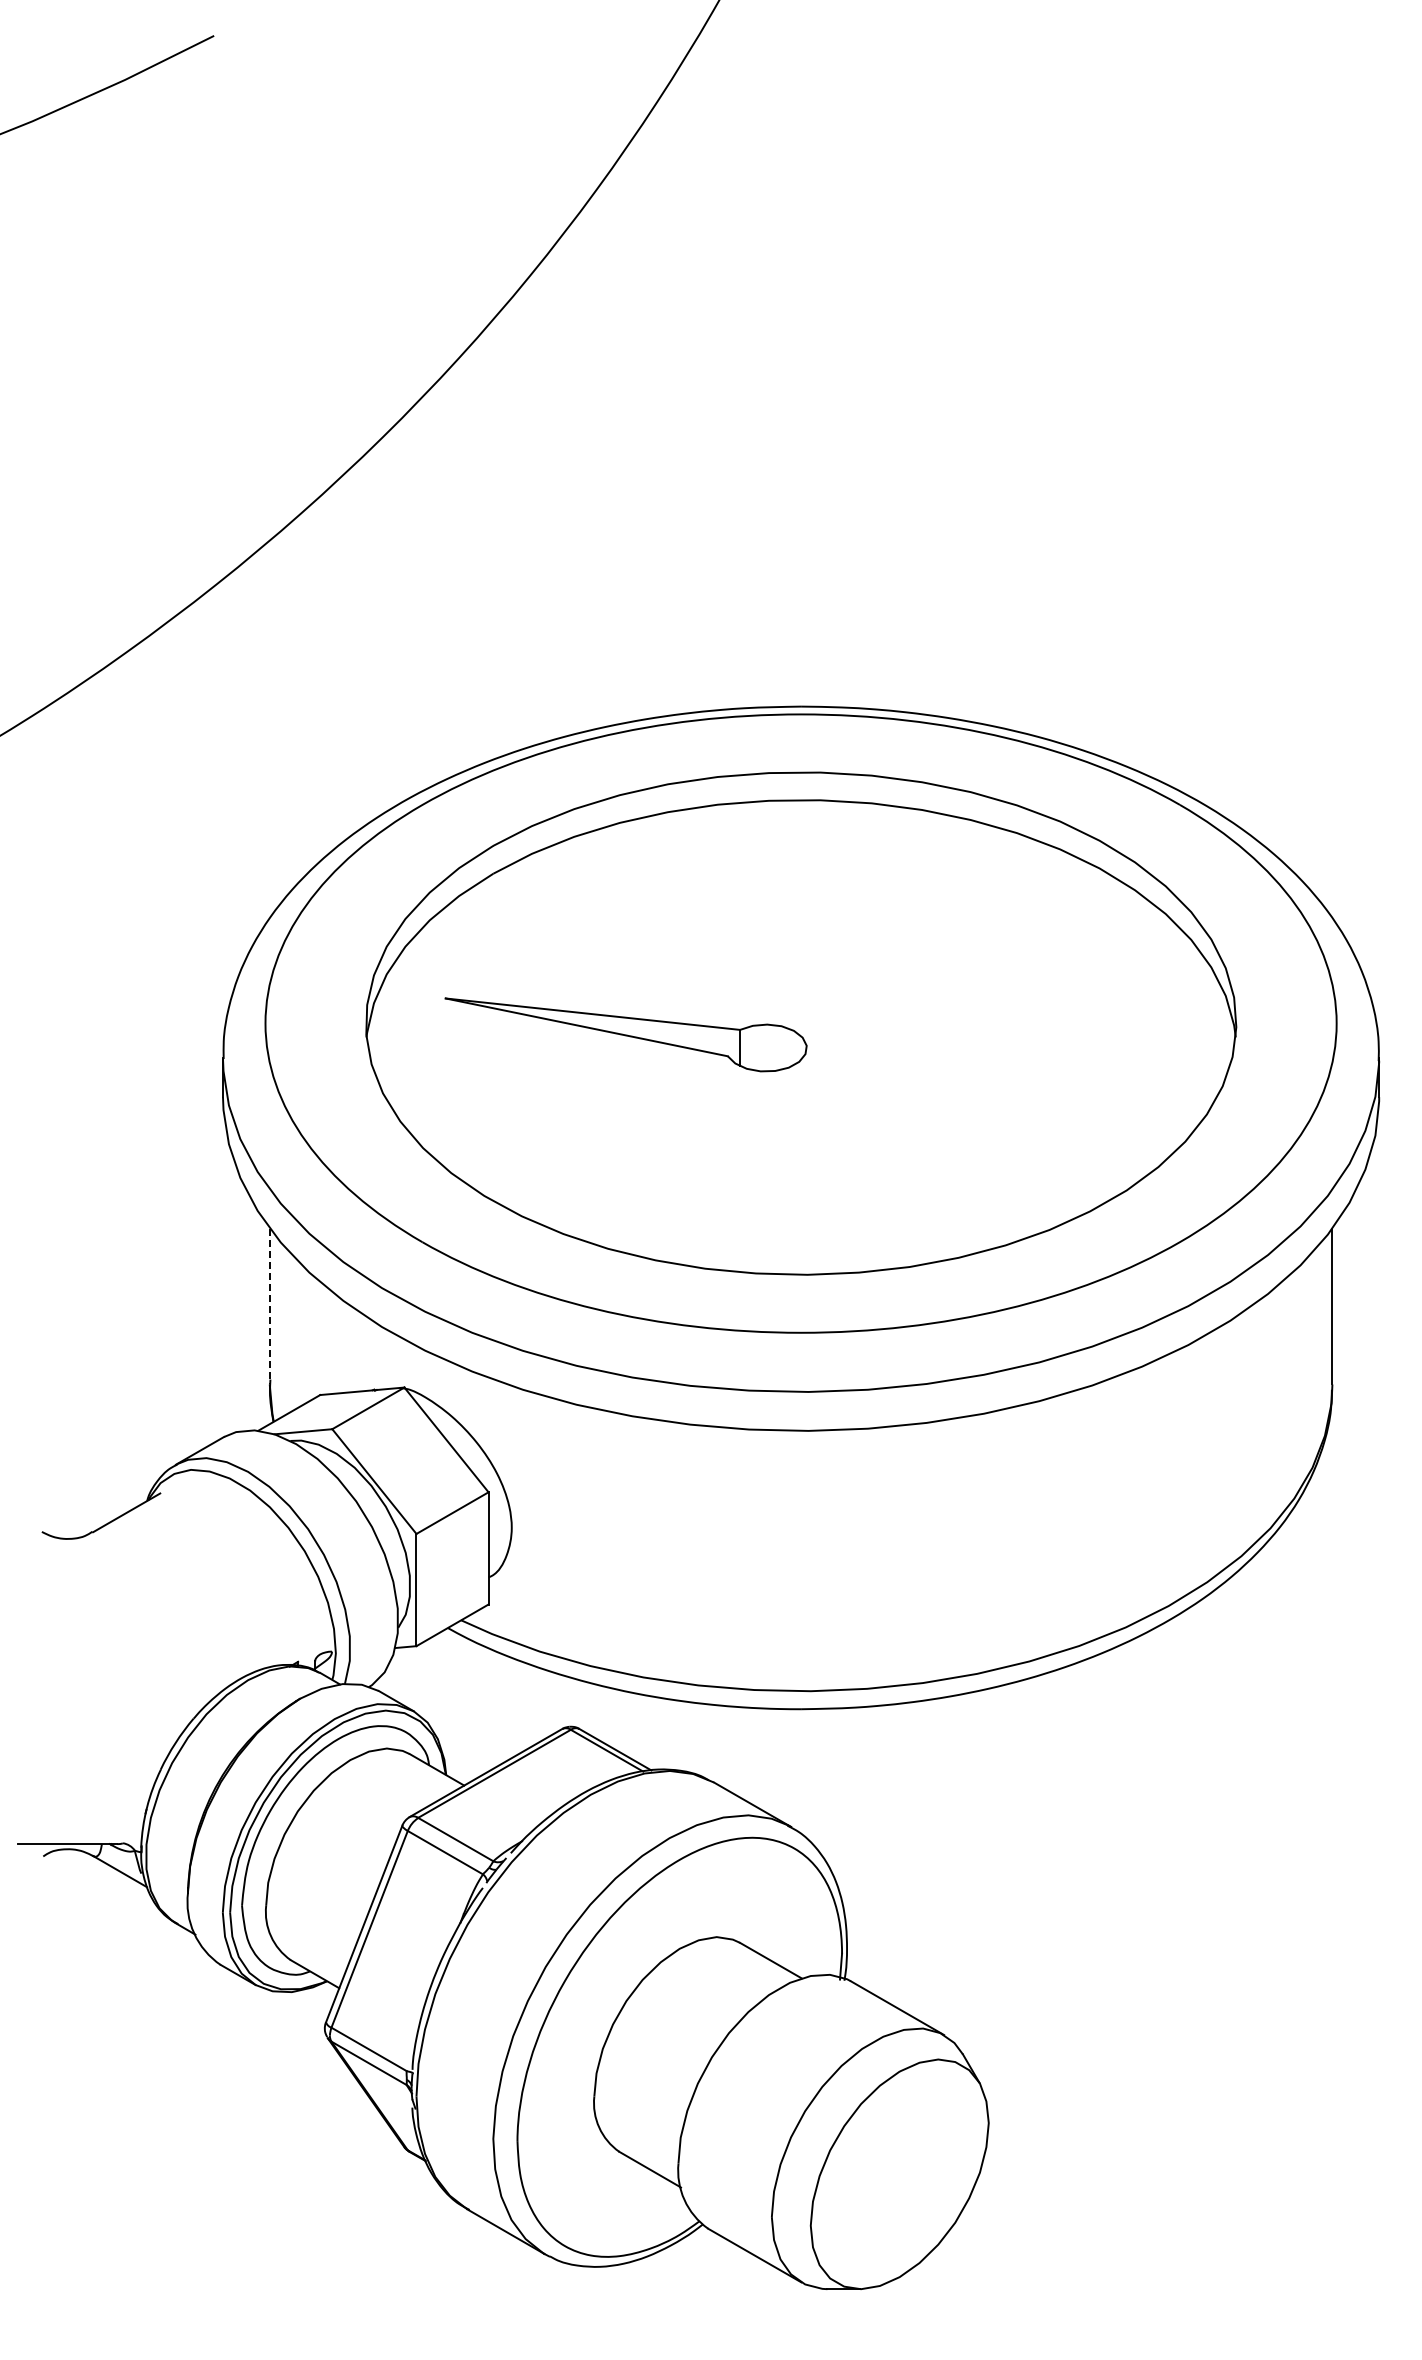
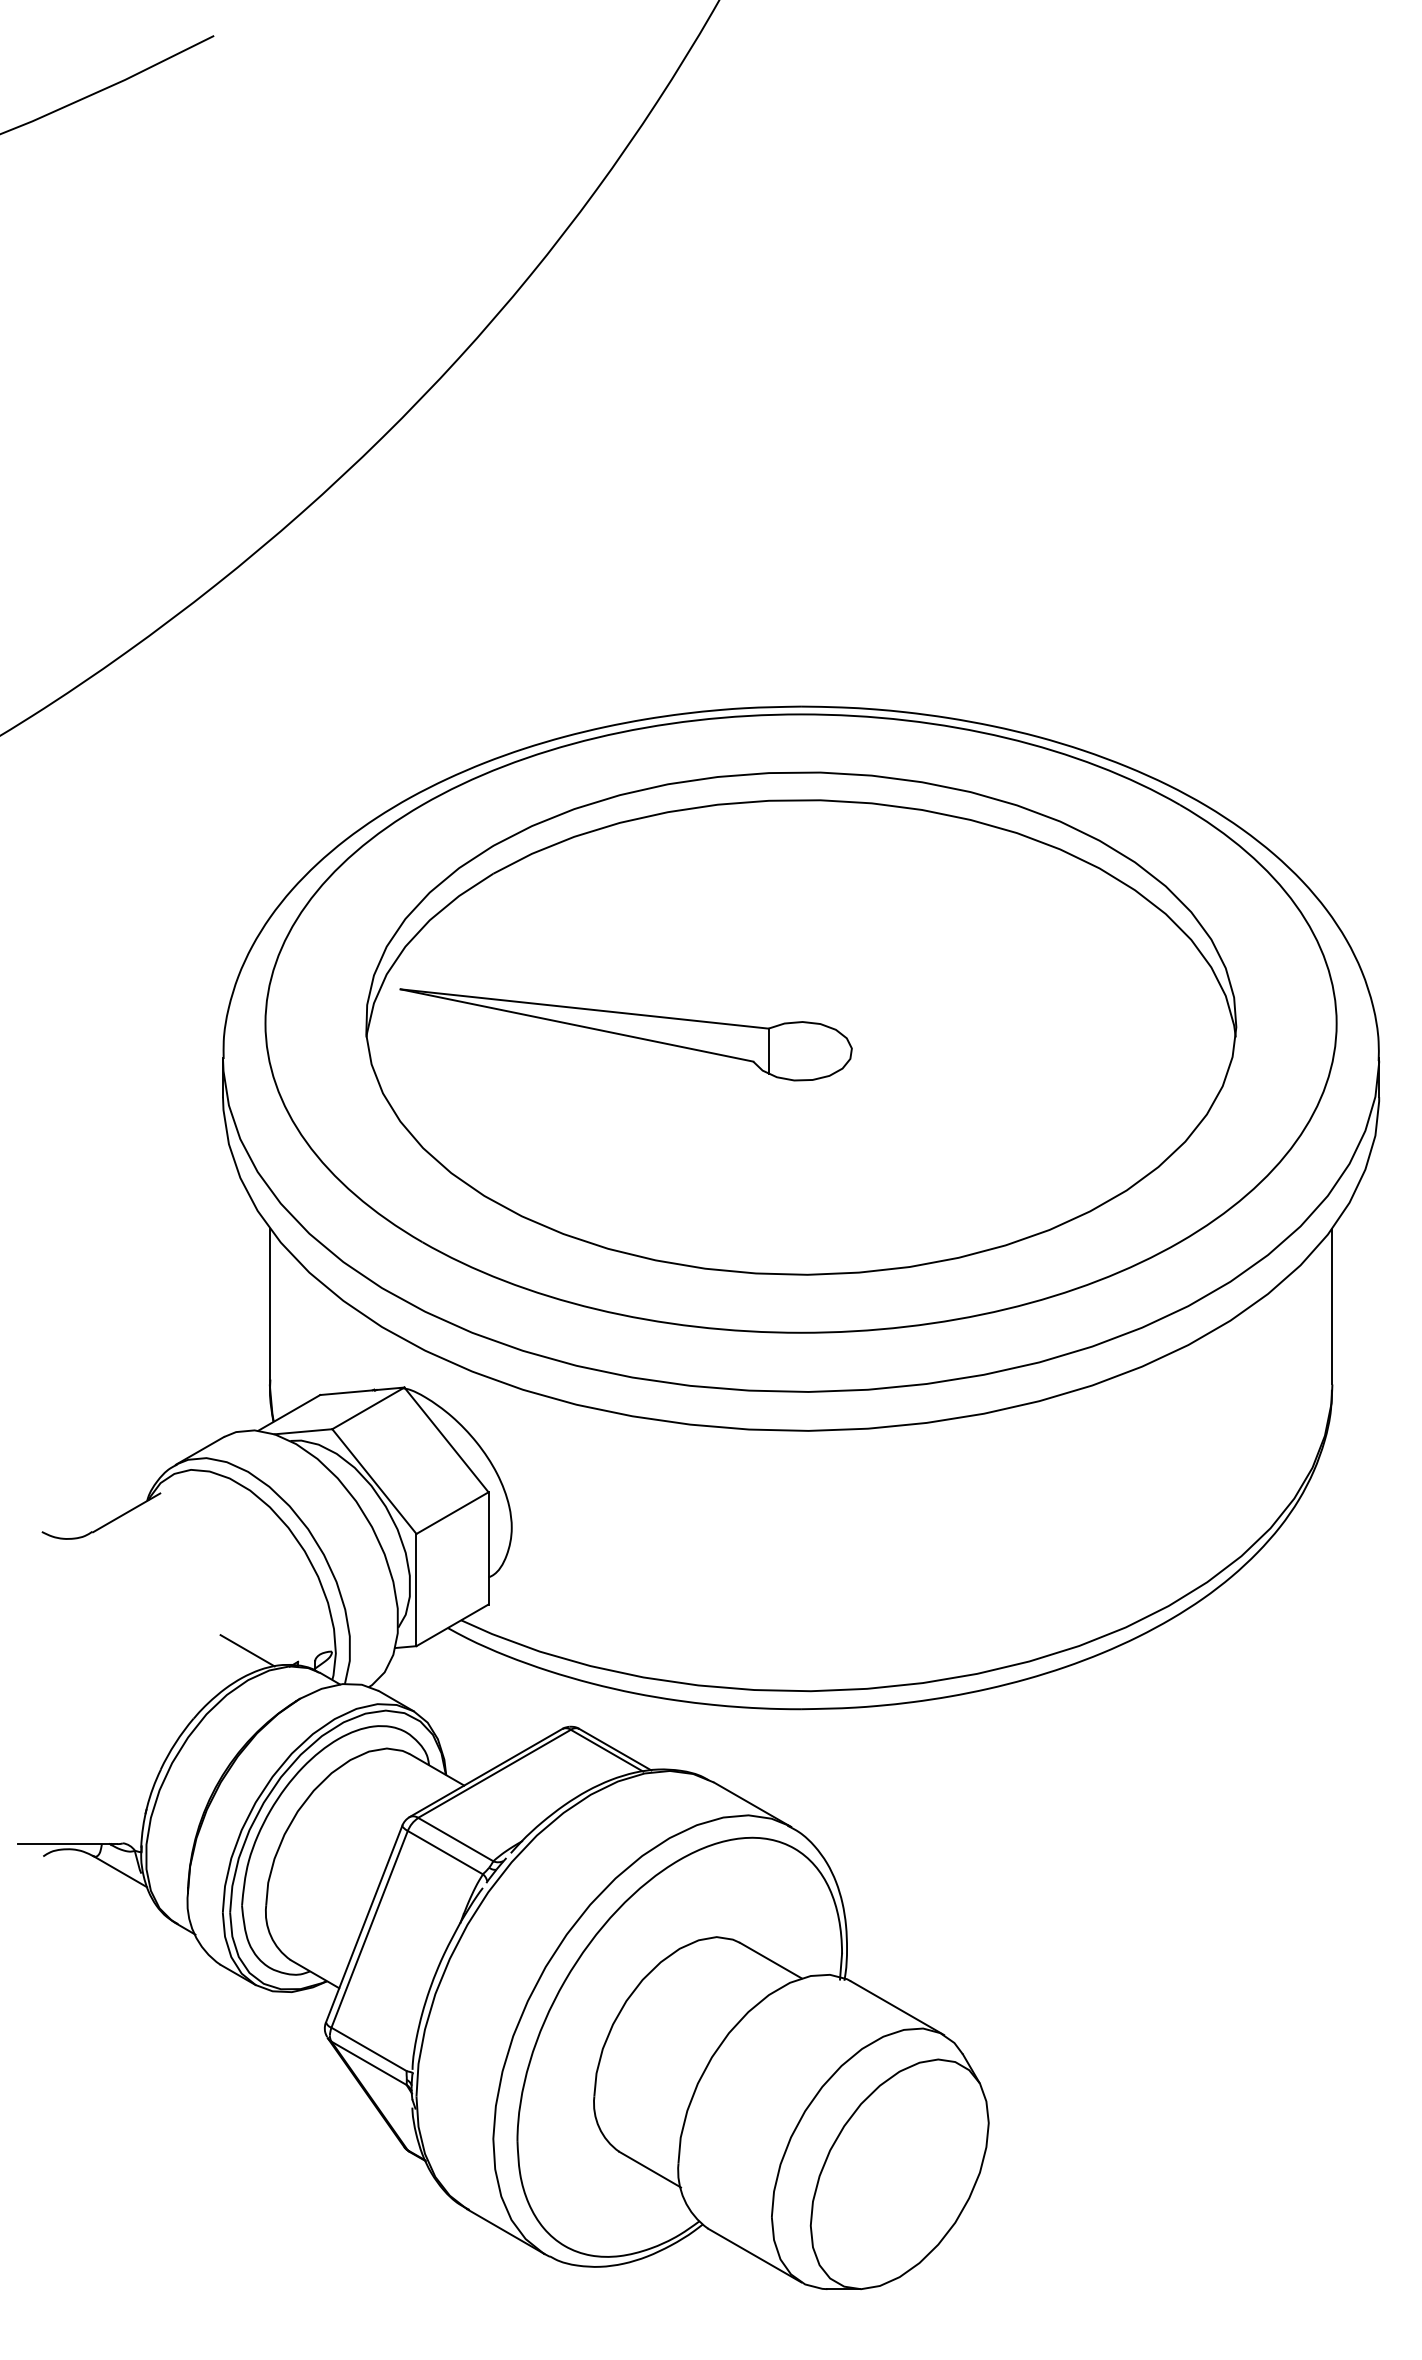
part at (625, 1034) size: 364x76 px -> 454x94 px
line at (269, 1306): dashed -> solid
line at (247, 1650): none -> present
